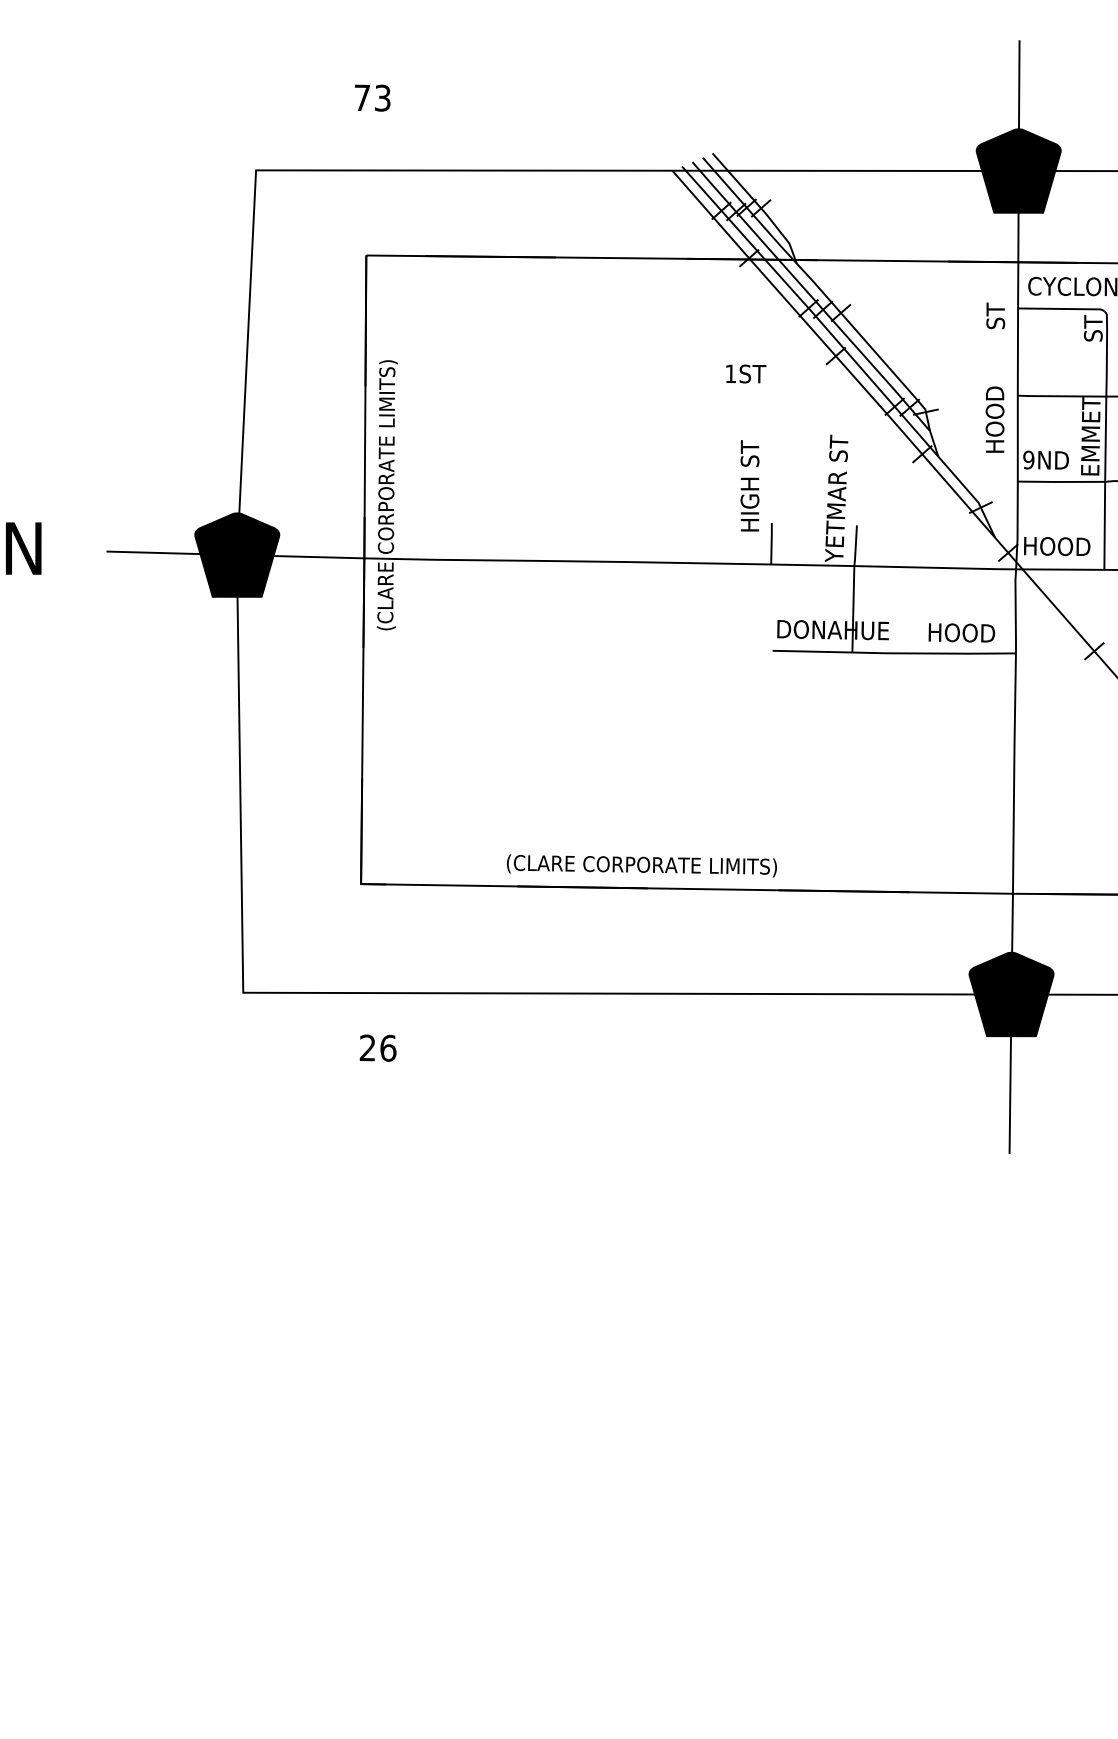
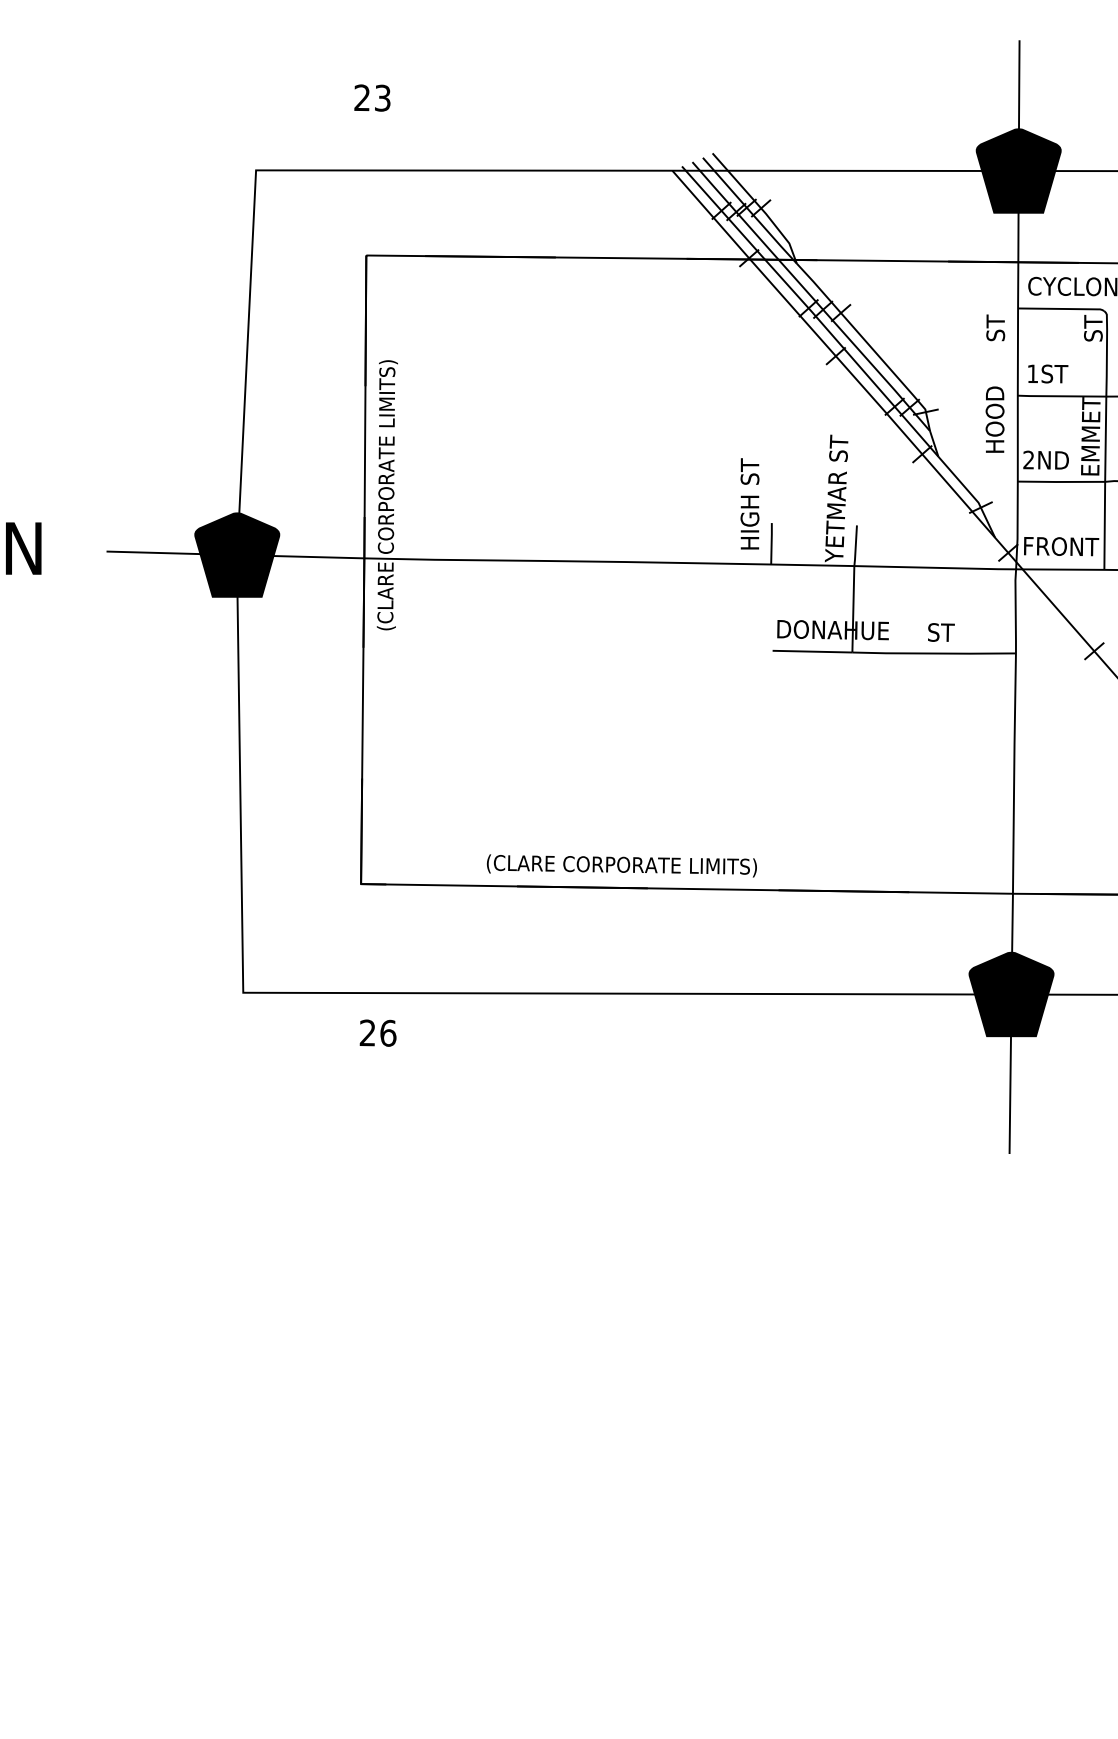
text at (361, 97): 73 -> 23
text at (995, 315) position: (995, 315) -> (995, 327)
text at (746, 373) position: (746, 373) -> (1048, 373)
text at (1028, 459): 9ND -> 2ND
text at (749, 485) position: (749, 485) -> (749, 503)
text at (1062, 546): HOOD -> FRONT
text at (961, 632): HOOD -> ST
text at (641, 865) position: (641, 865) -> (621, 865)
text at (377, 1047) position: (377, 1047) -> (377, 1032)
